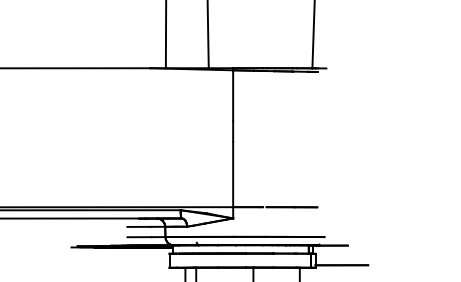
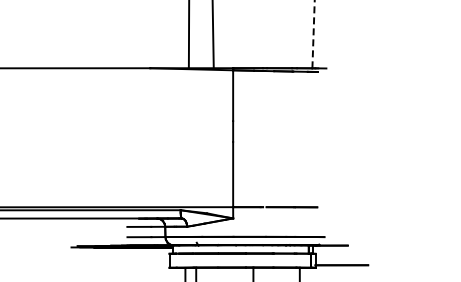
line at (313, 34): solid -> dashed
line at (165, 35) position: (165, 35) -> (188, 35)
line at (207, 35) position: (207, 35) -> (212, 35)
